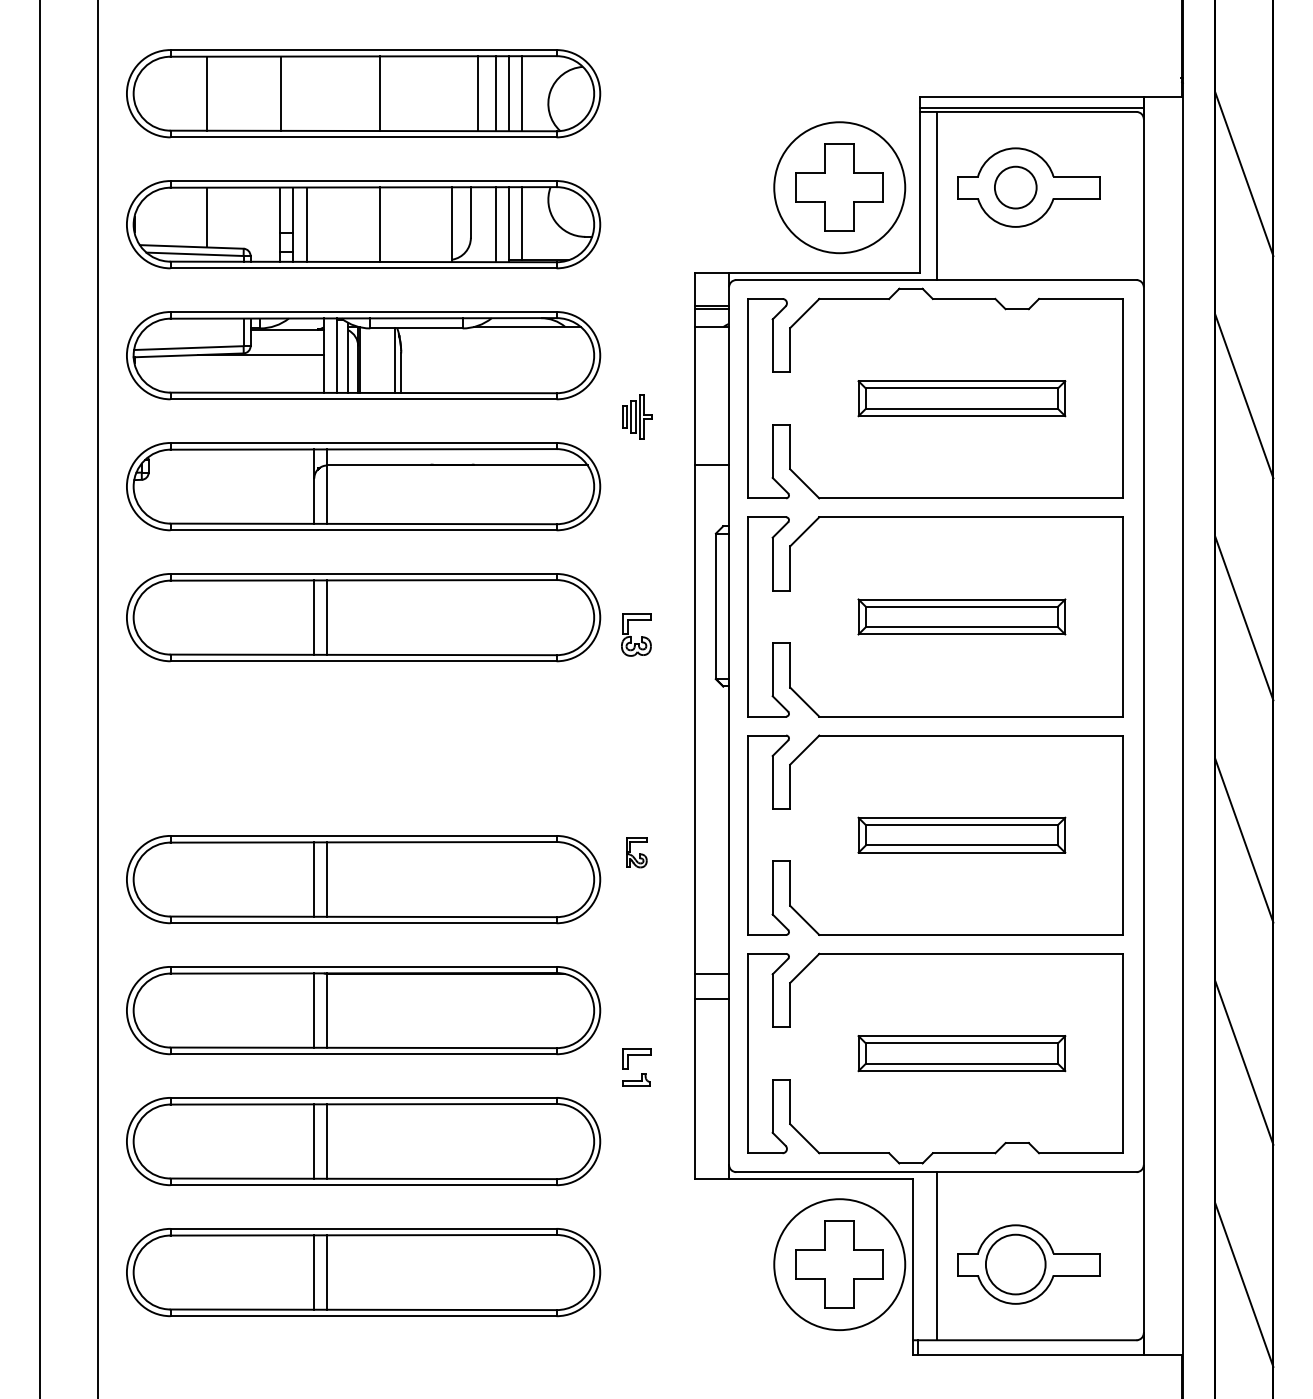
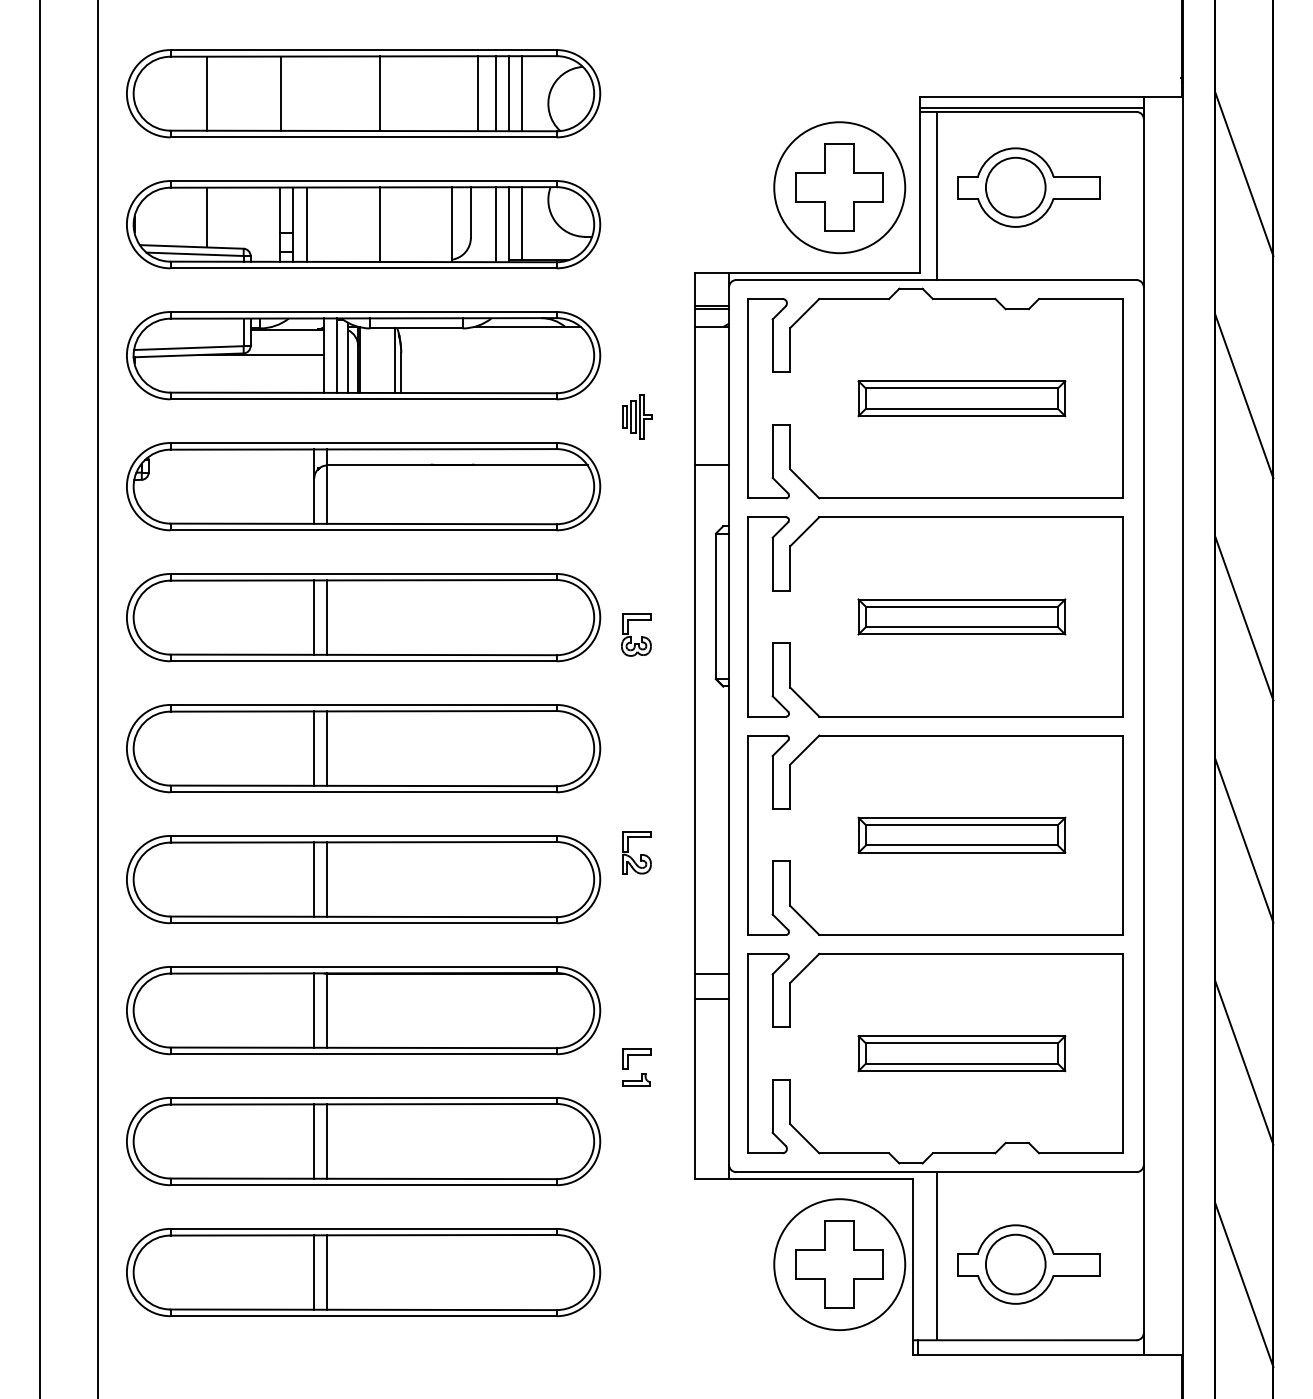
circle at (1015, 187) diameter: 42 px -> 60 px
part at (363, 748): none -> present
part at (636, 852) size: 22x32 px -> 30x44 px
